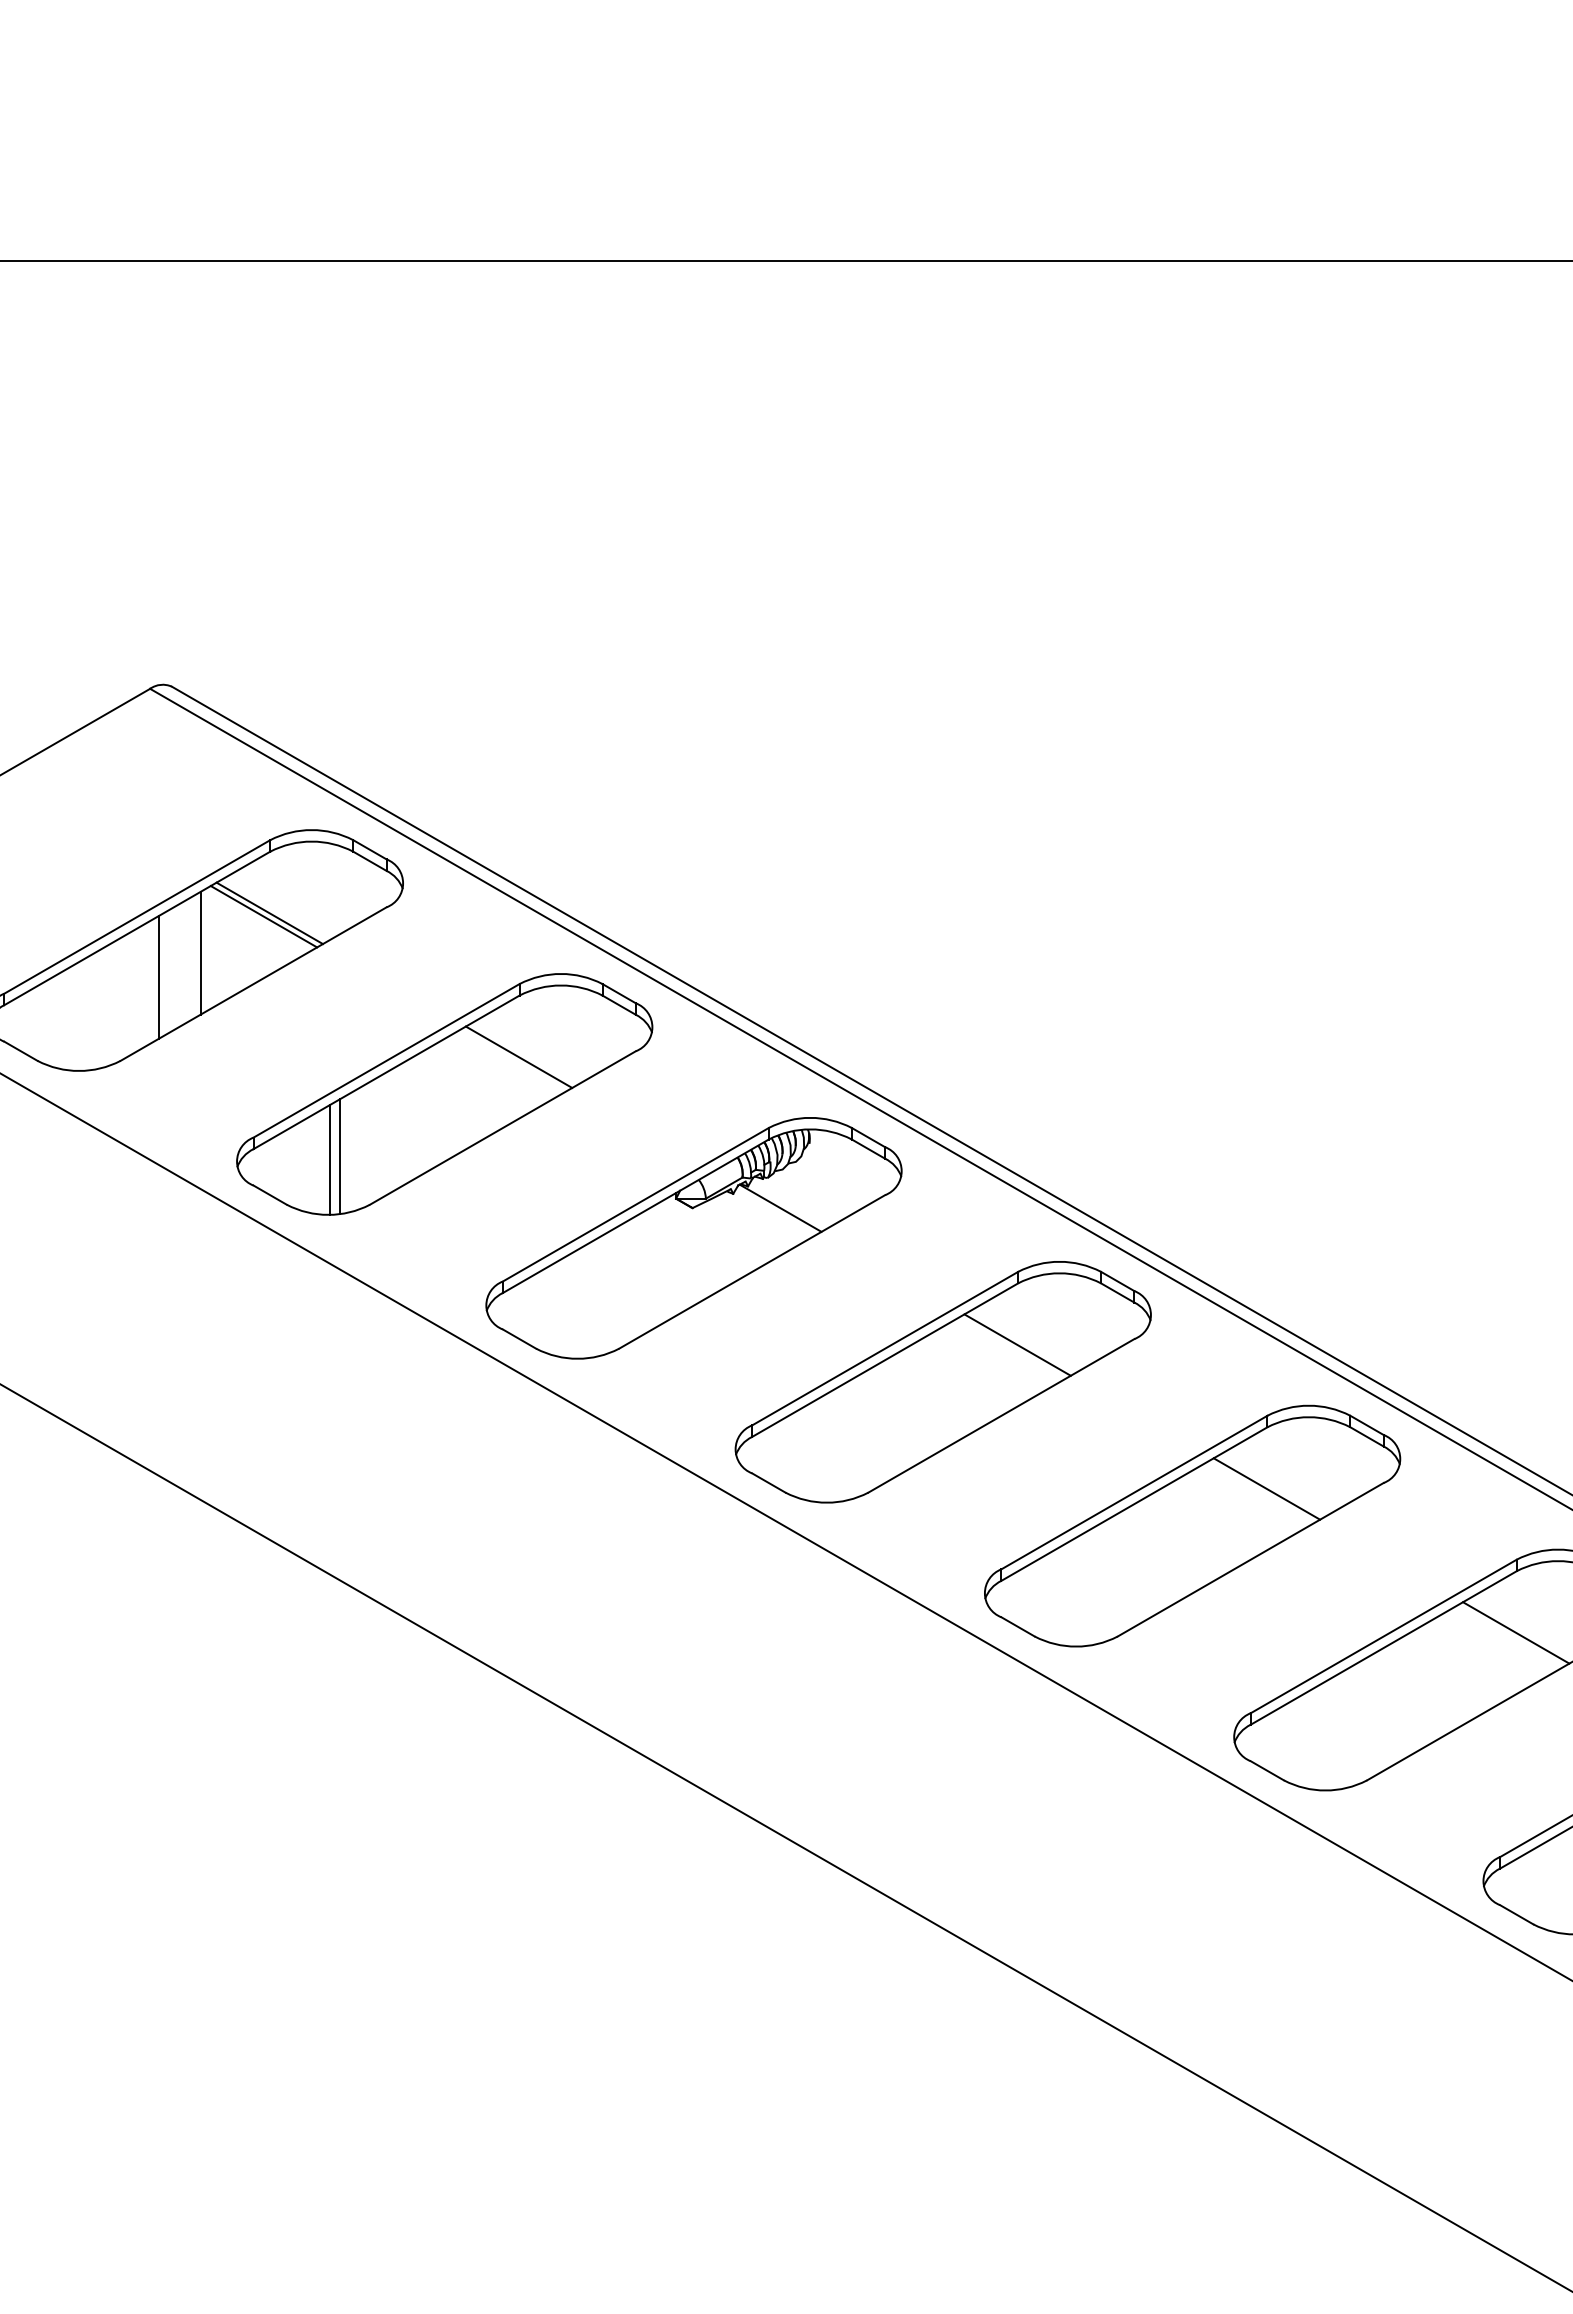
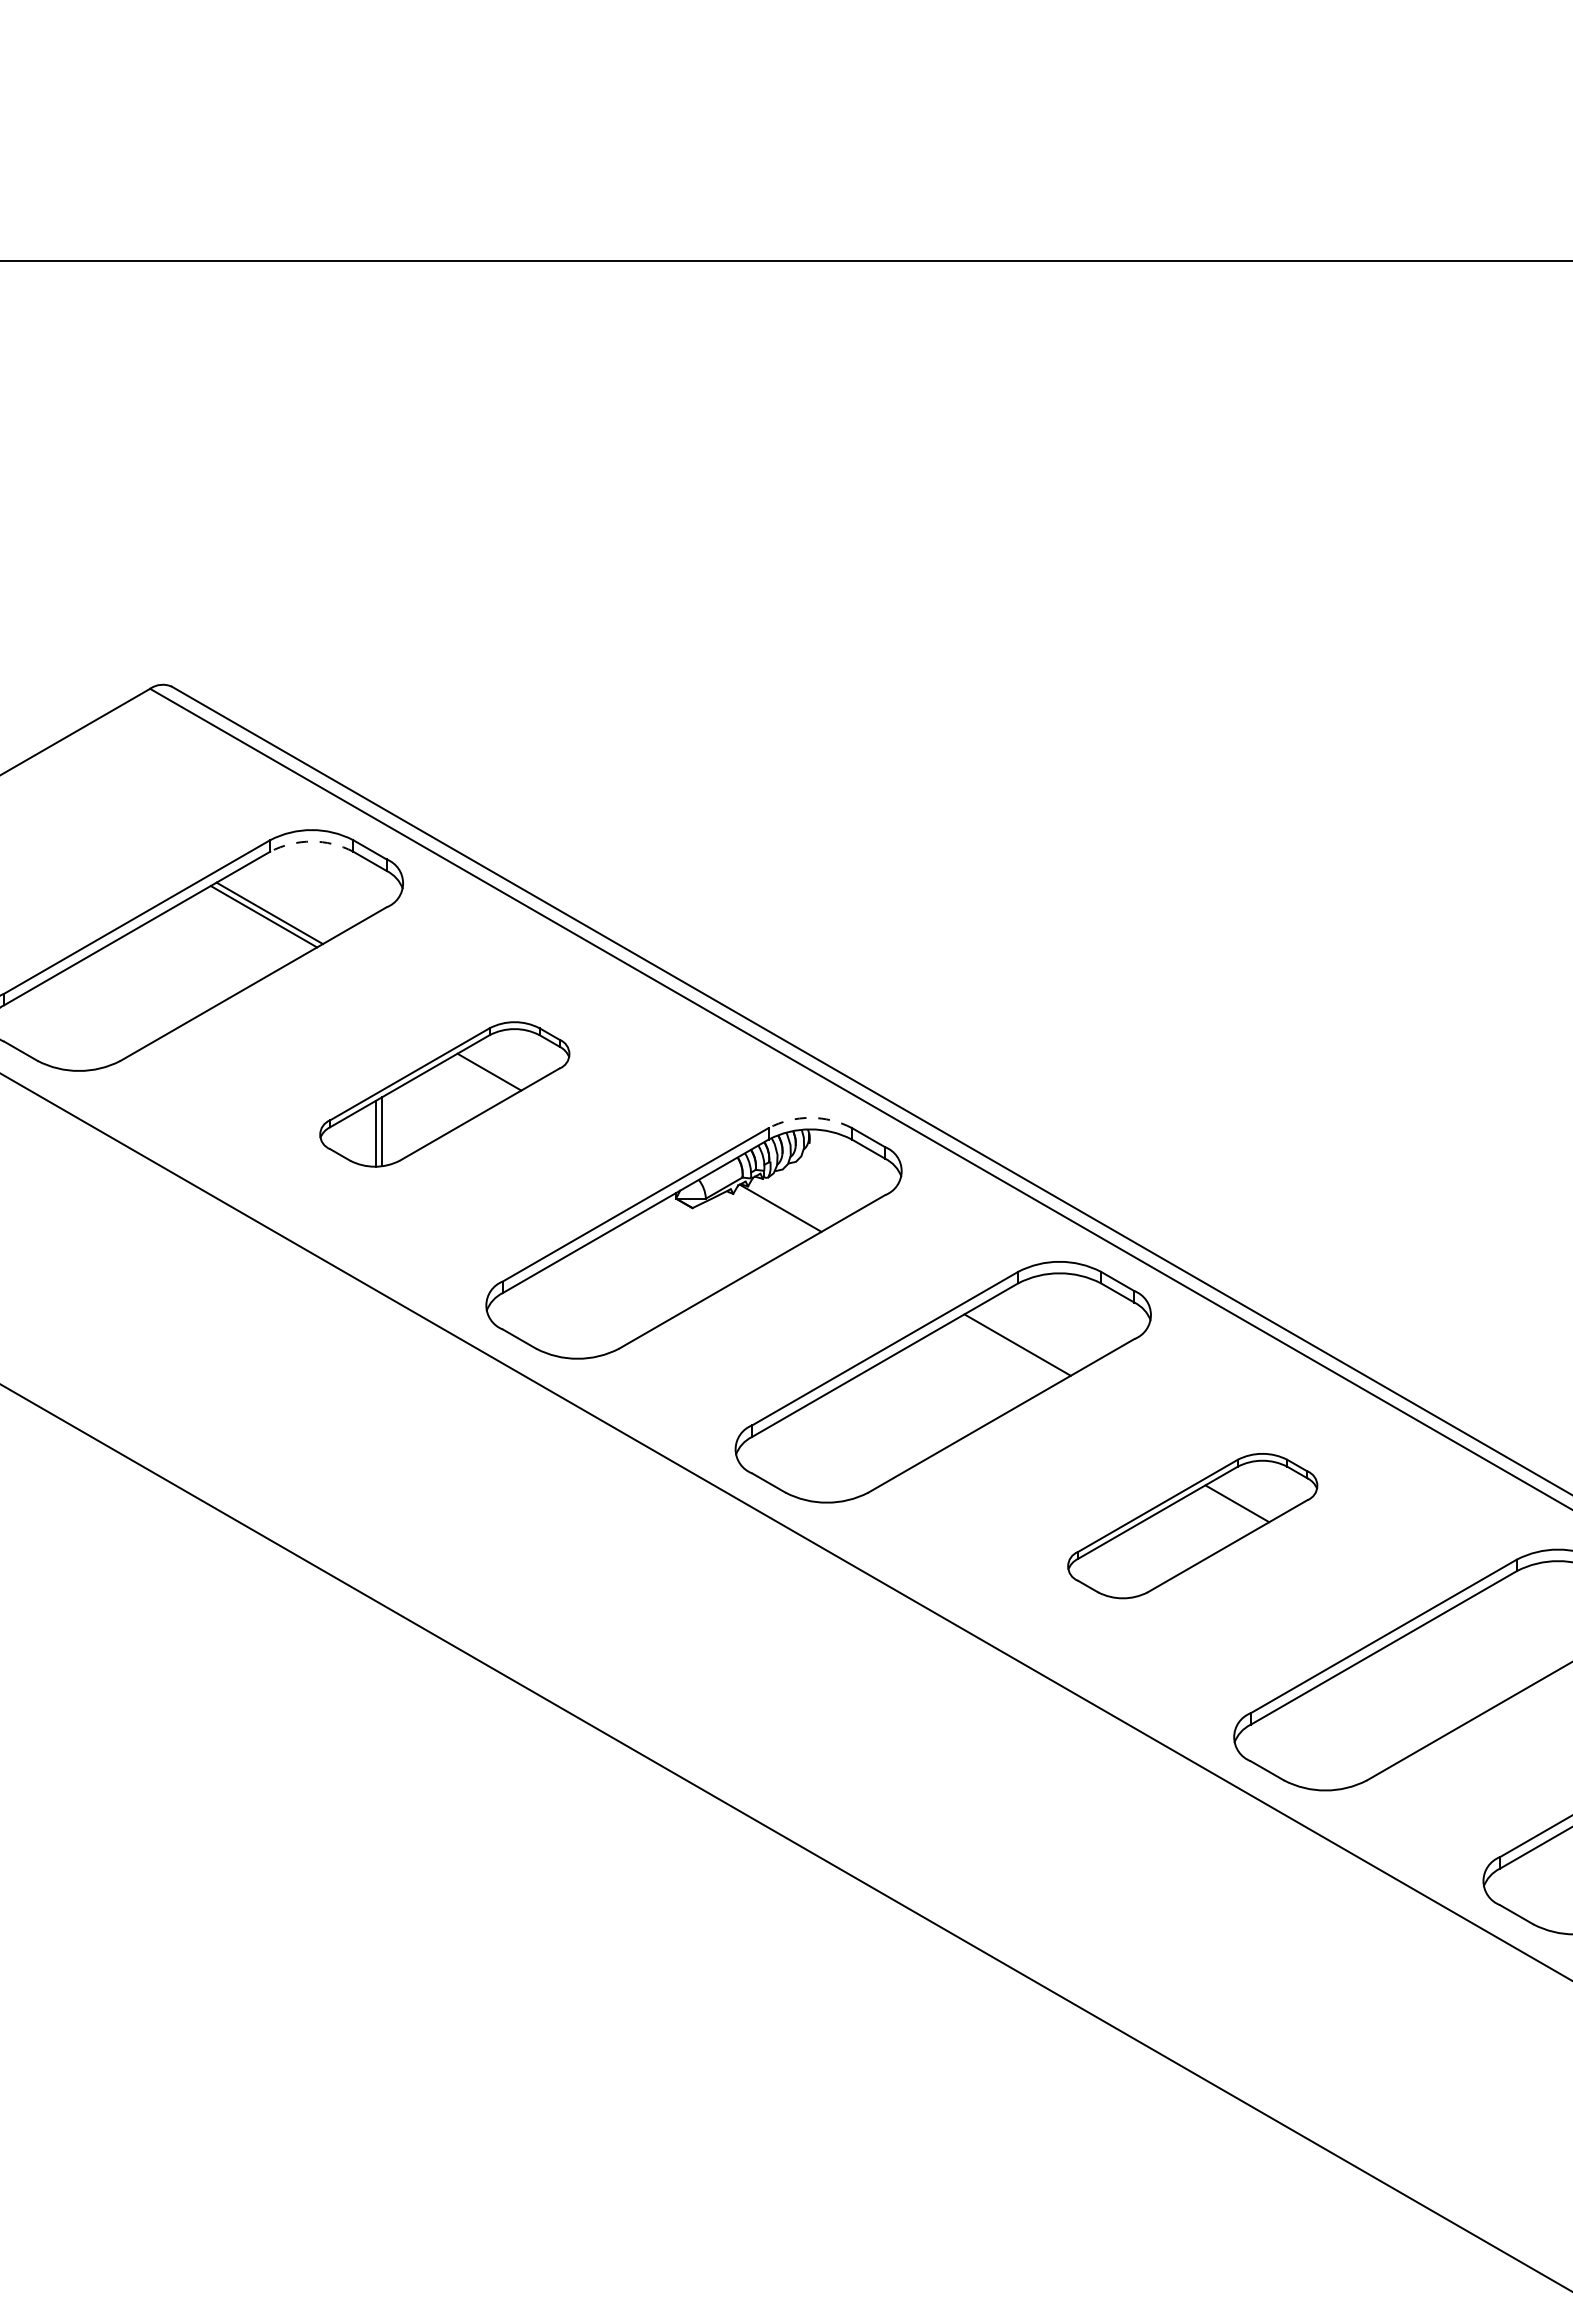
arc at (311, 841): solid -> dashed
line at (200, 952): present -> none
line at (159, 976): present -> none
part at (444, 1094) size: 418x243 px -> 252x147 px
arc at (810, 1117): solid -> dashed
part at (1192, 1525) size: 418x244 px -> 252x147 px
line at (1516, 1632): present -> none
